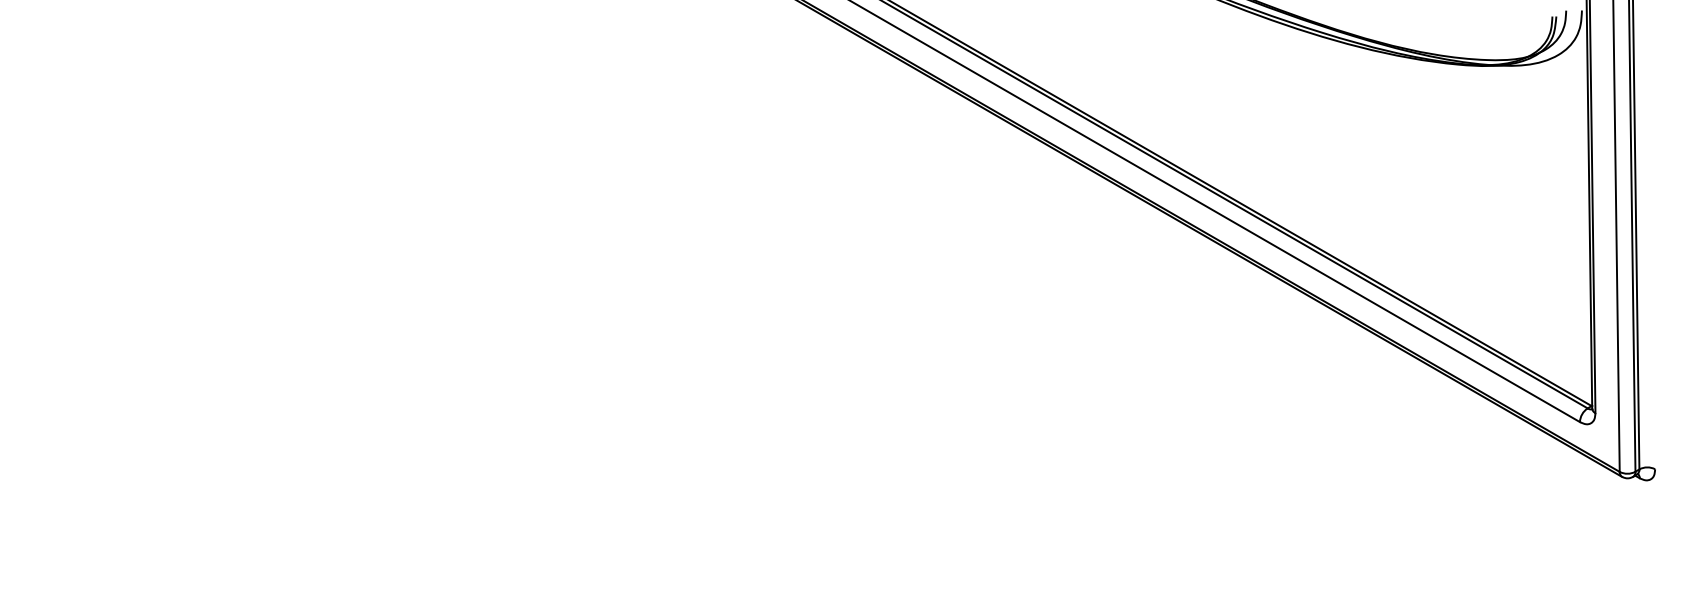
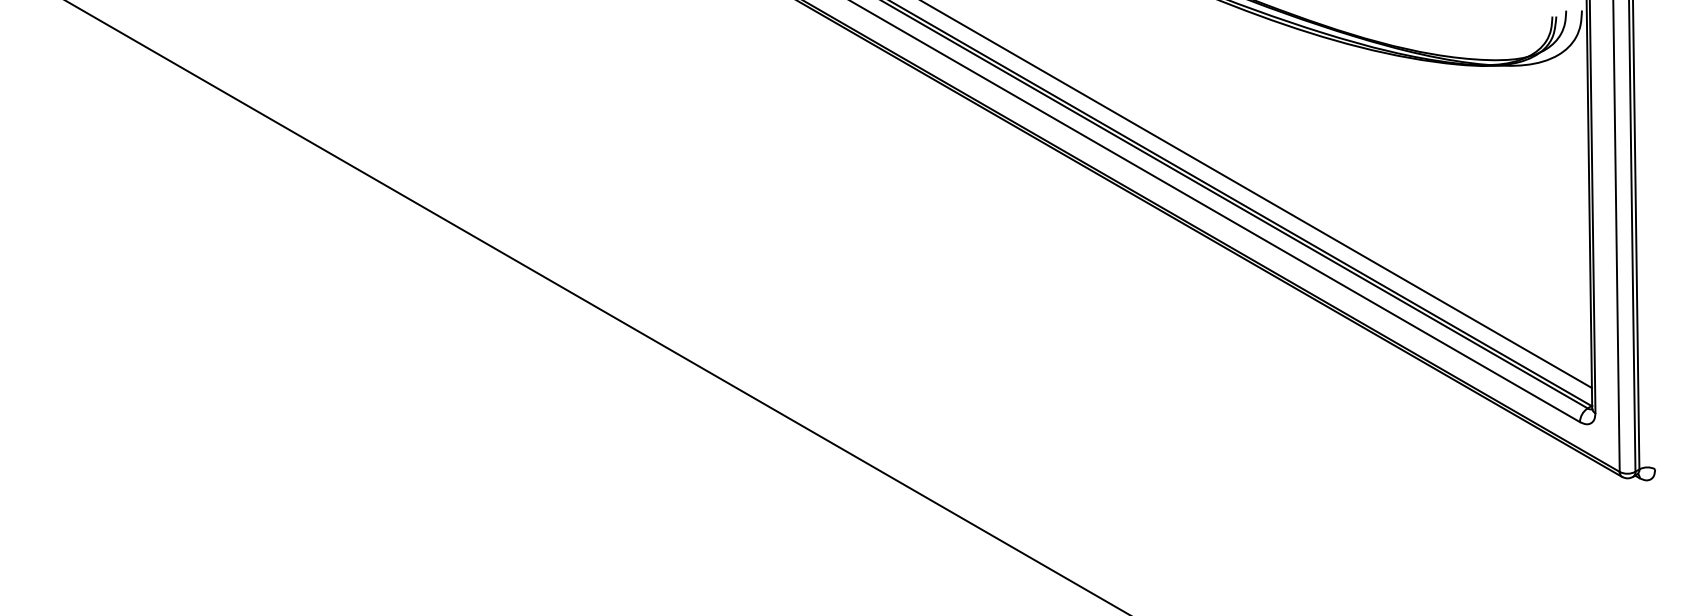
line at (1257, 195): none -> present
line at (596, 307): none -> present
